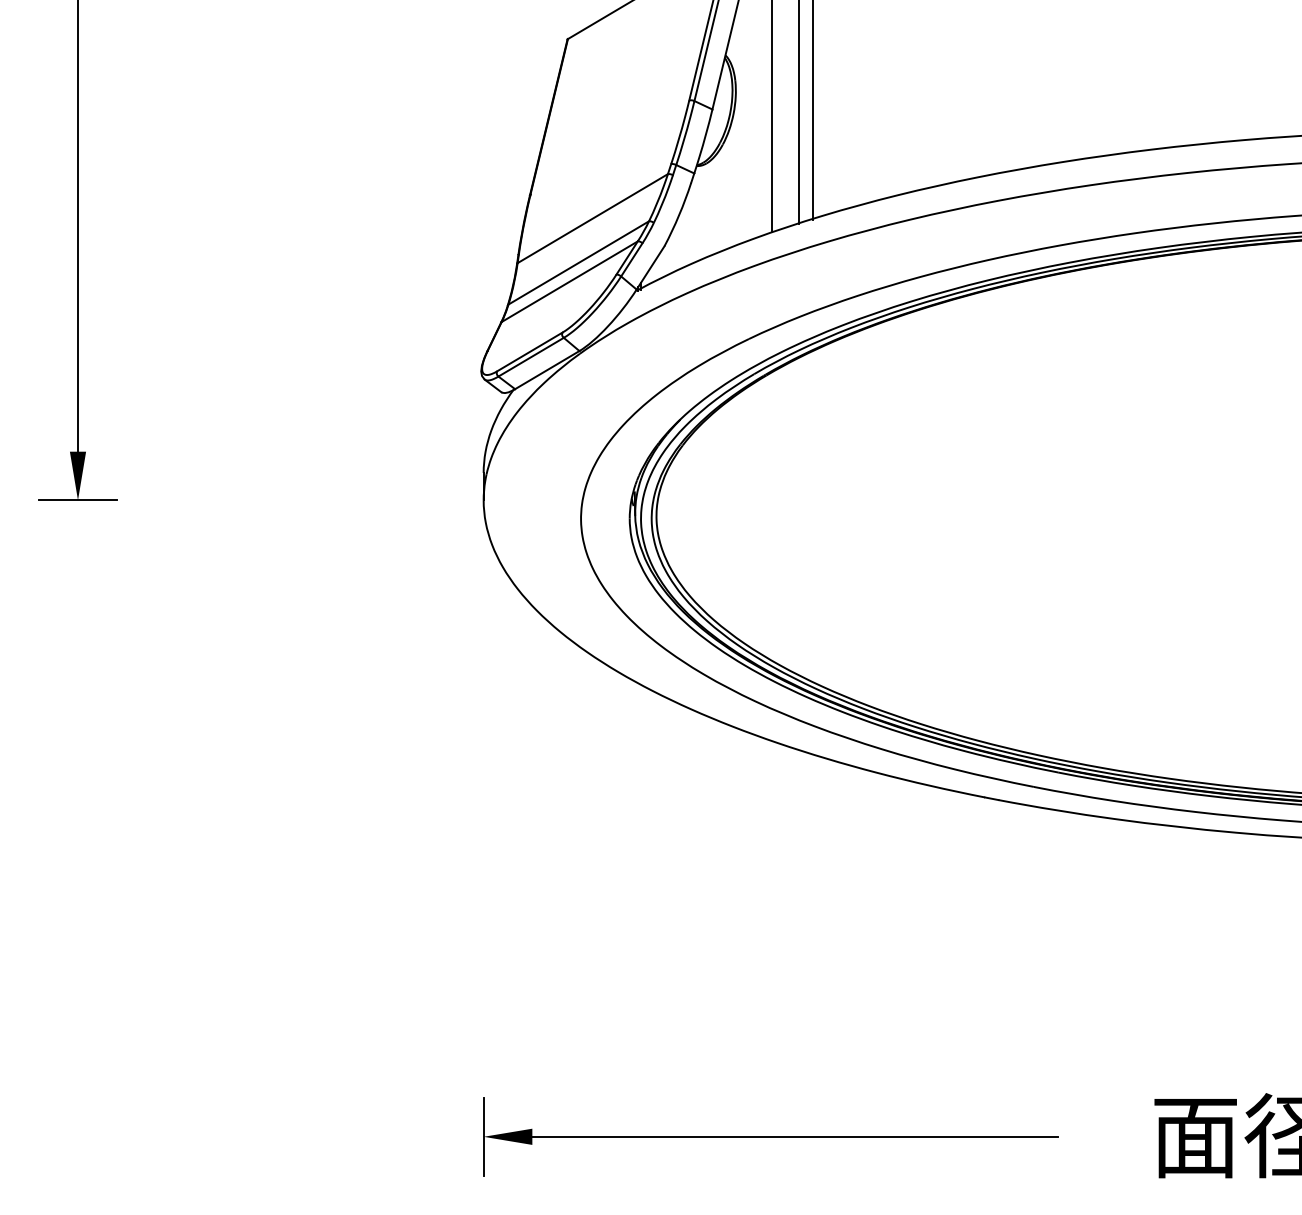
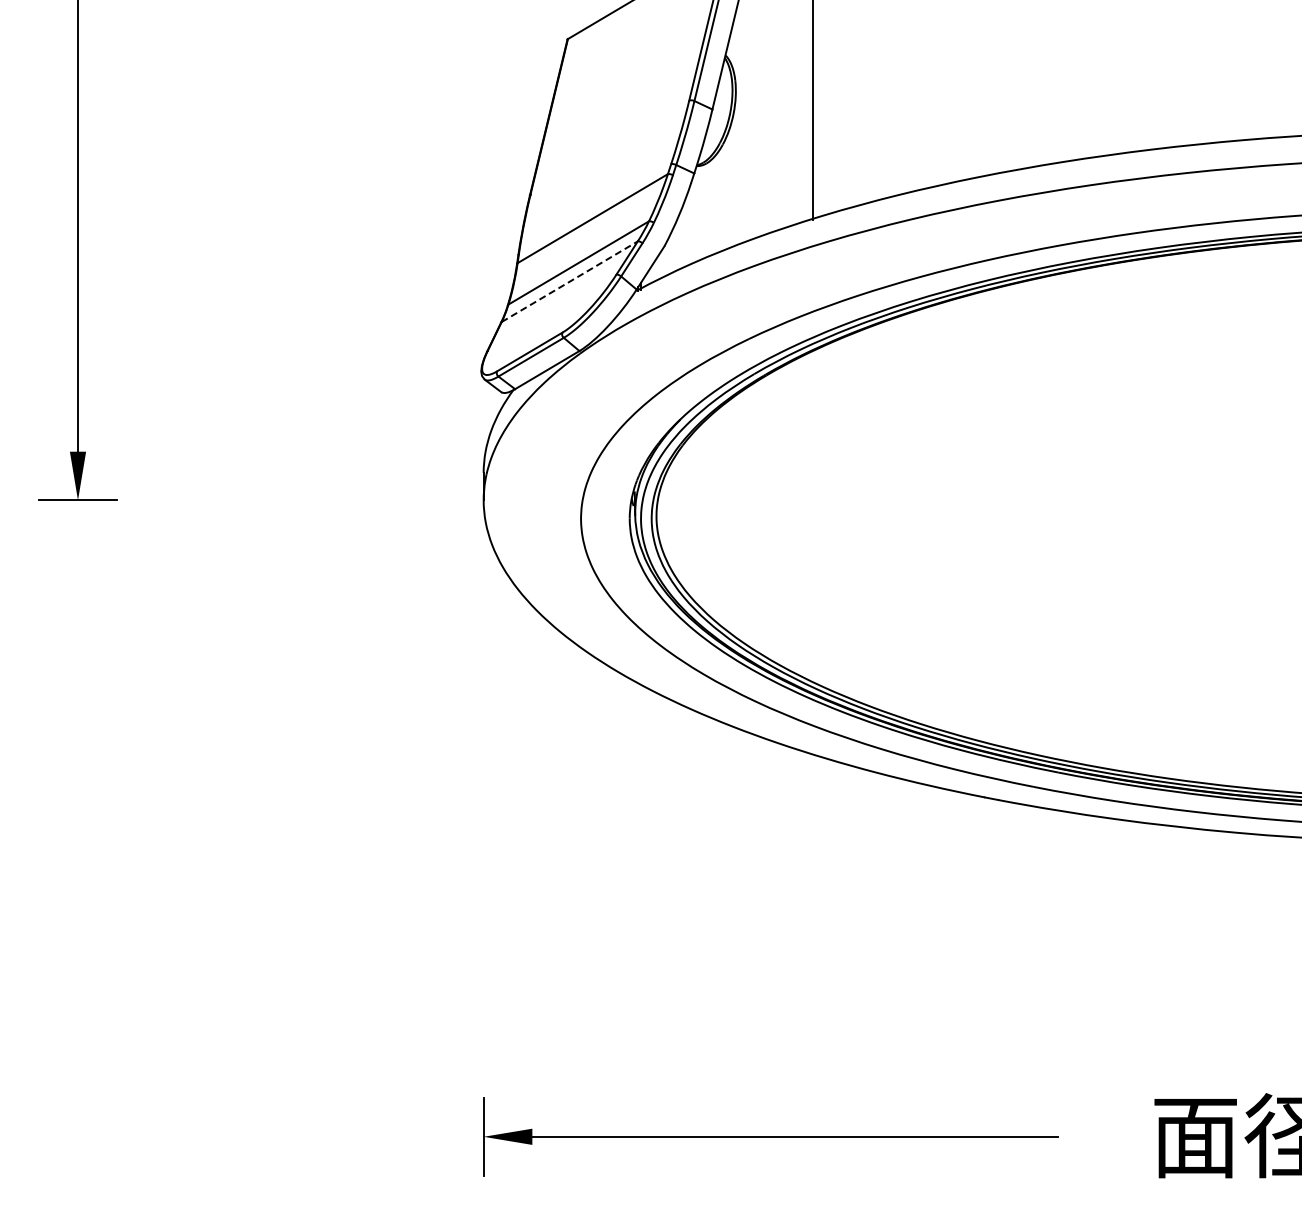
line at (799, 113): present -> none
line at (772, 117): present -> none
line at (570, 281): solid -> dashed
